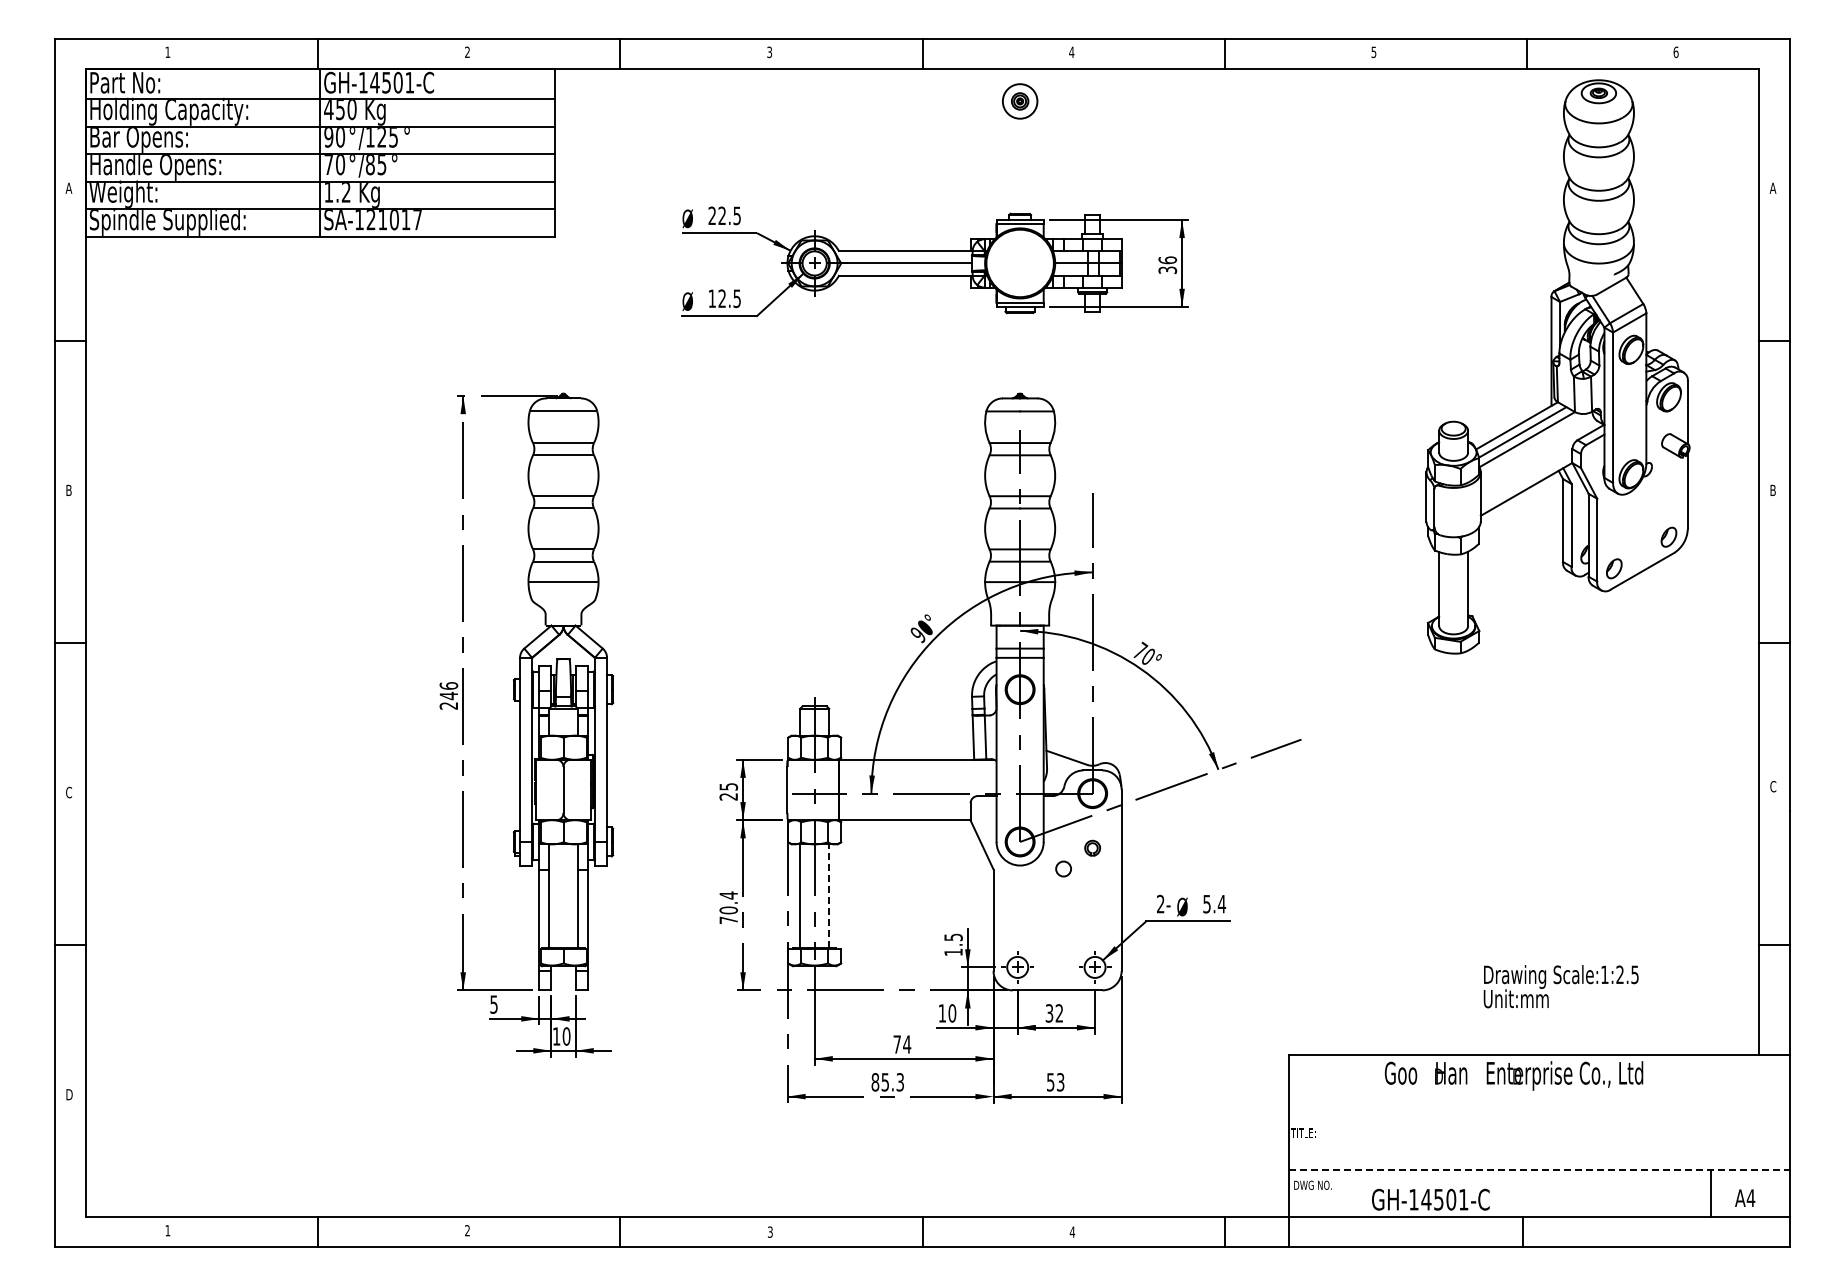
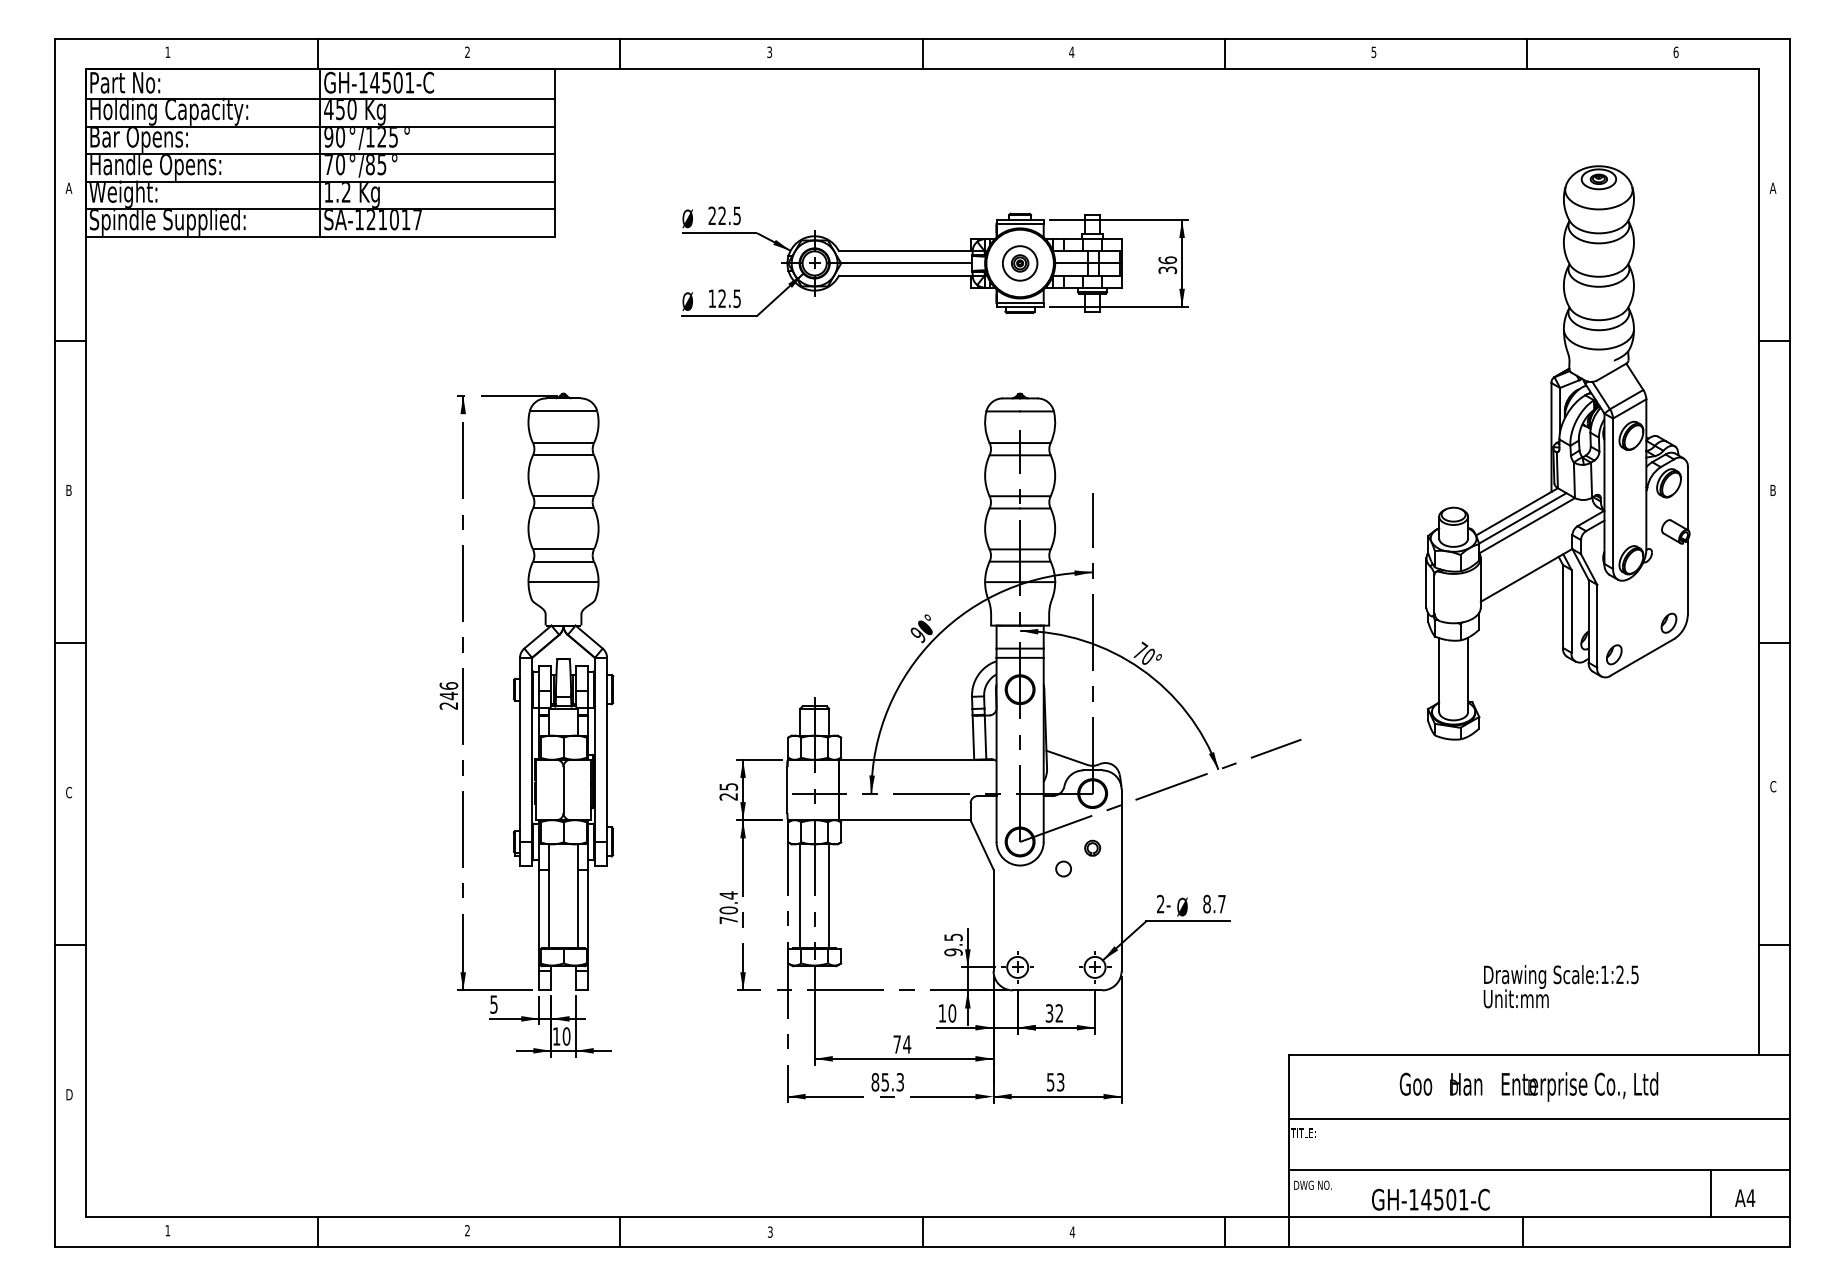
part at (1020, 101) position: (1020, 101) -> (1020, 263)
part at (1557, 366) position: (1557, 366) -> (1557, 452)
line at (829, 896): dashed -> solid
text at (1214, 903): 5.4 -> 8.7
text at (953, 952): 1.5 -> 9.5
text at (1513, 1075) position: (1513, 1075) -> (1528, 1086)
line at (1539, 1118): none -> present
line at (1540, 1170): dashed -> solid
